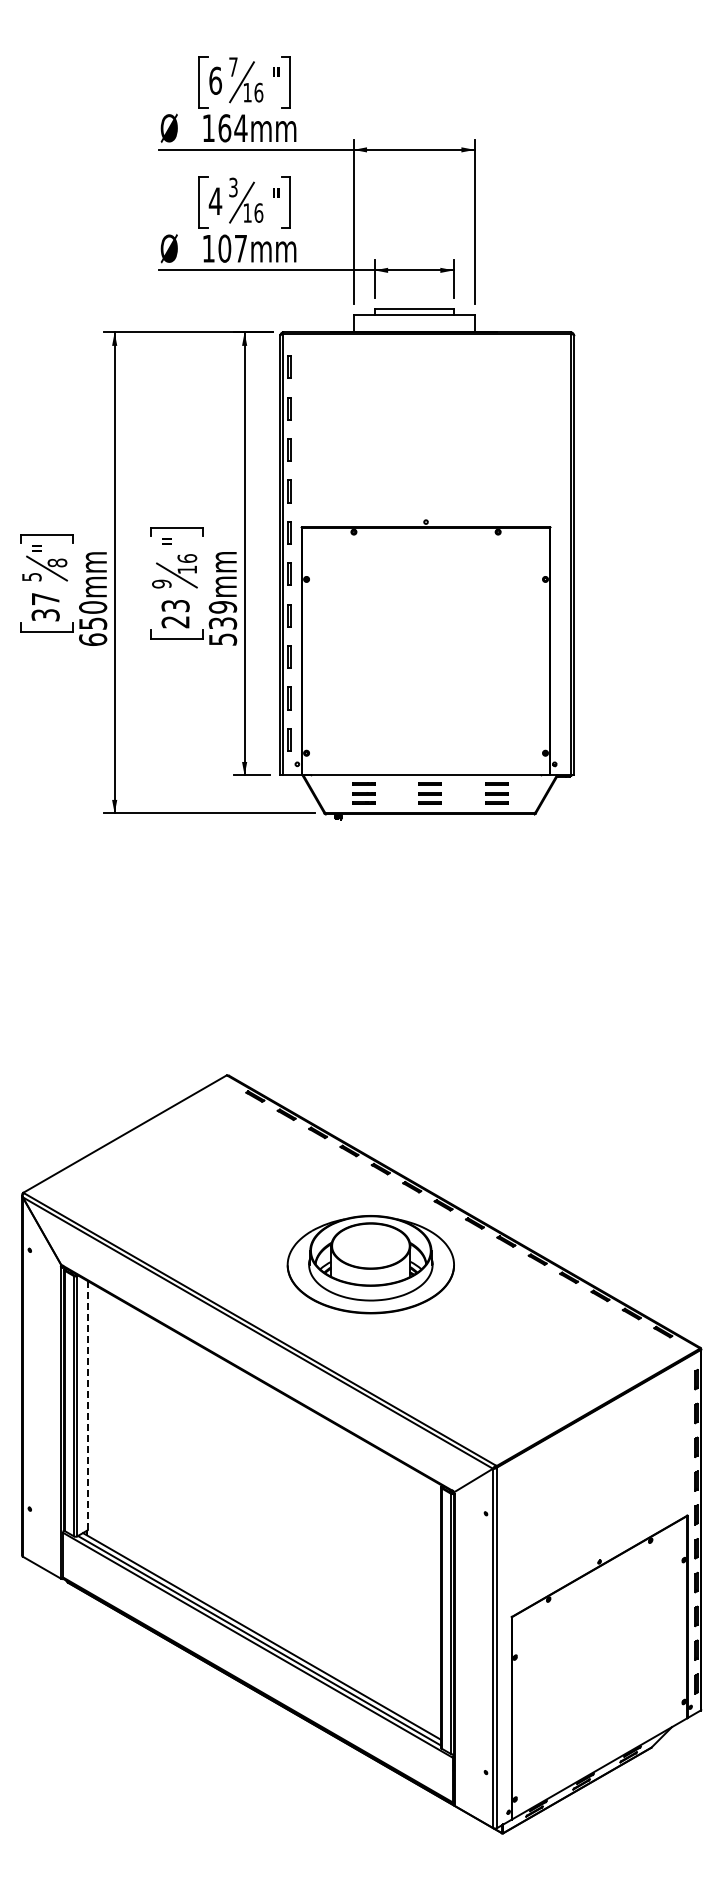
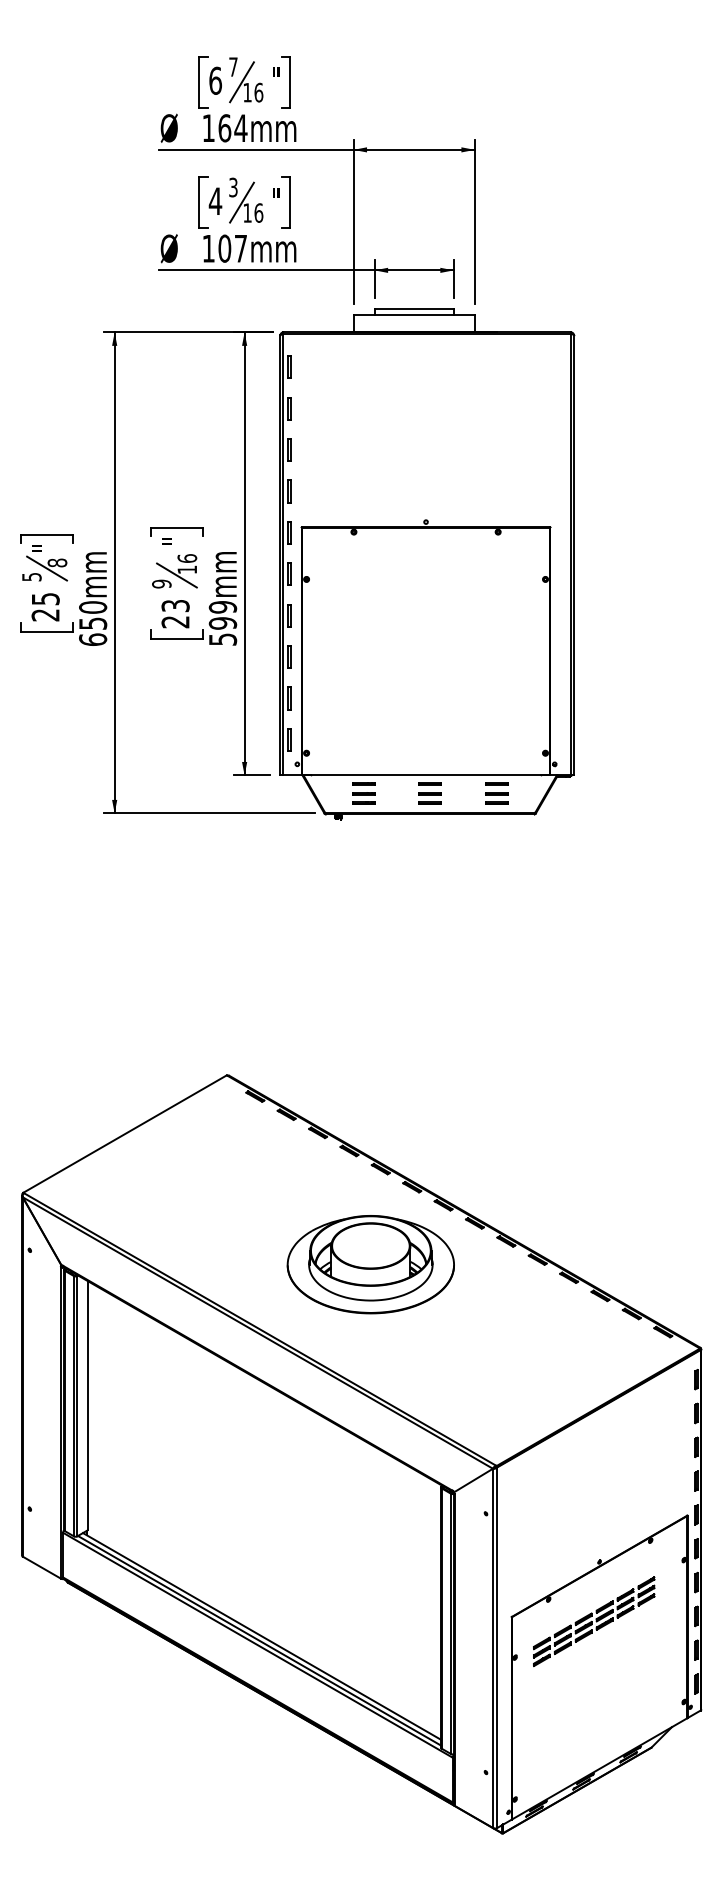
text at (45, 607): 37 -> 25
text at (222, 623): 539mm -> 599mm
line at (87, 1405): dashed -> solid
part at (594, 1621): none -> present
